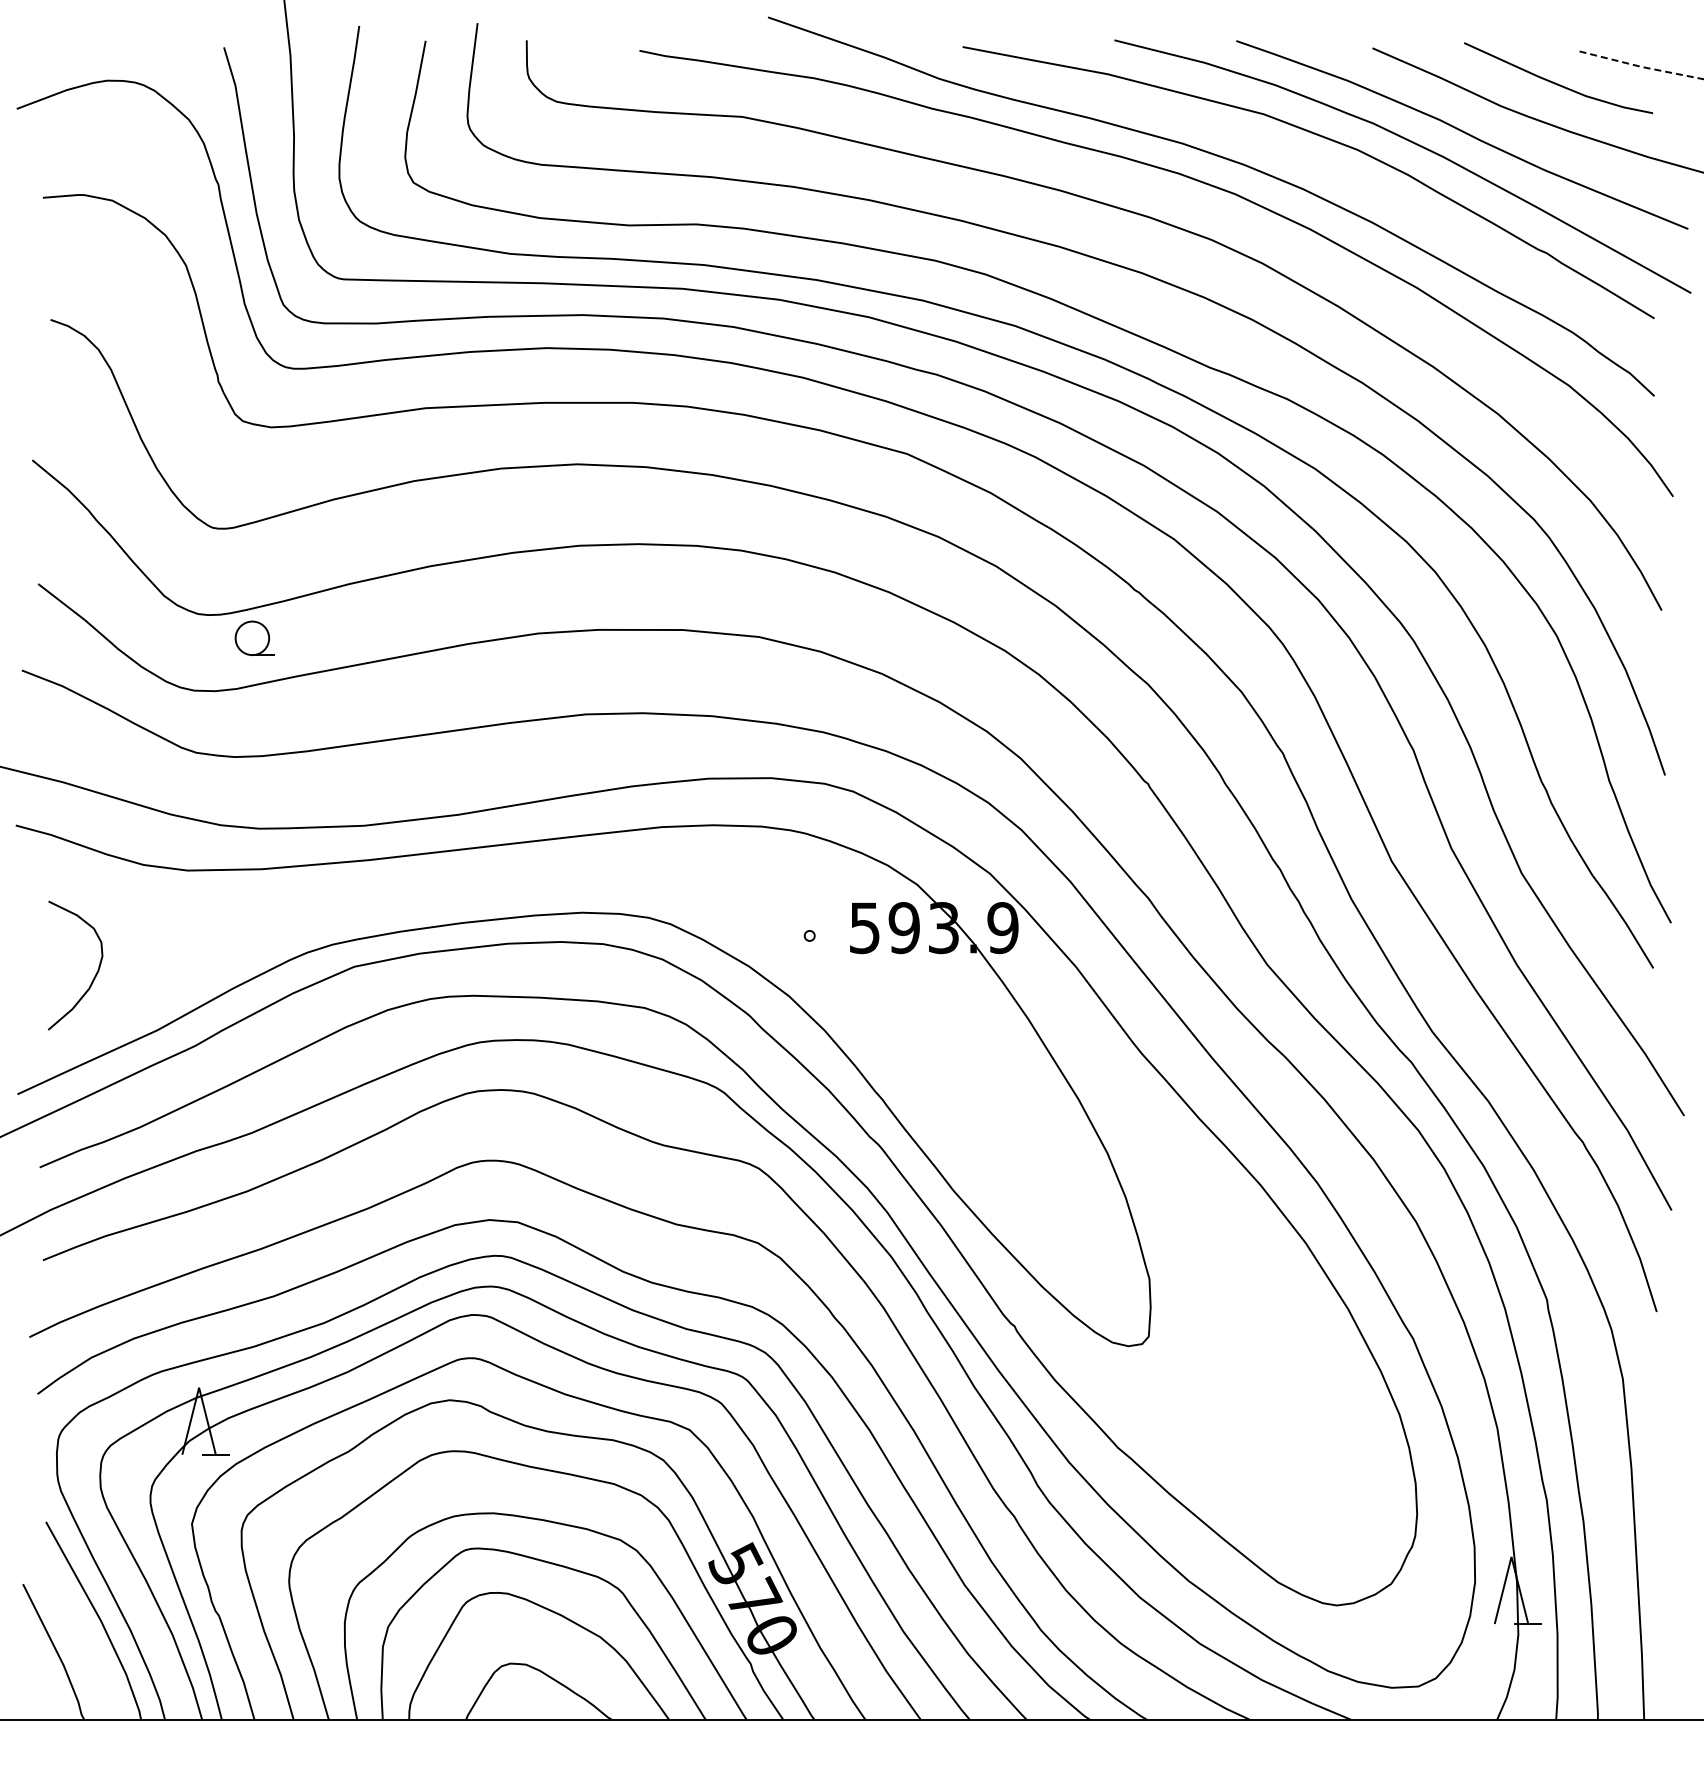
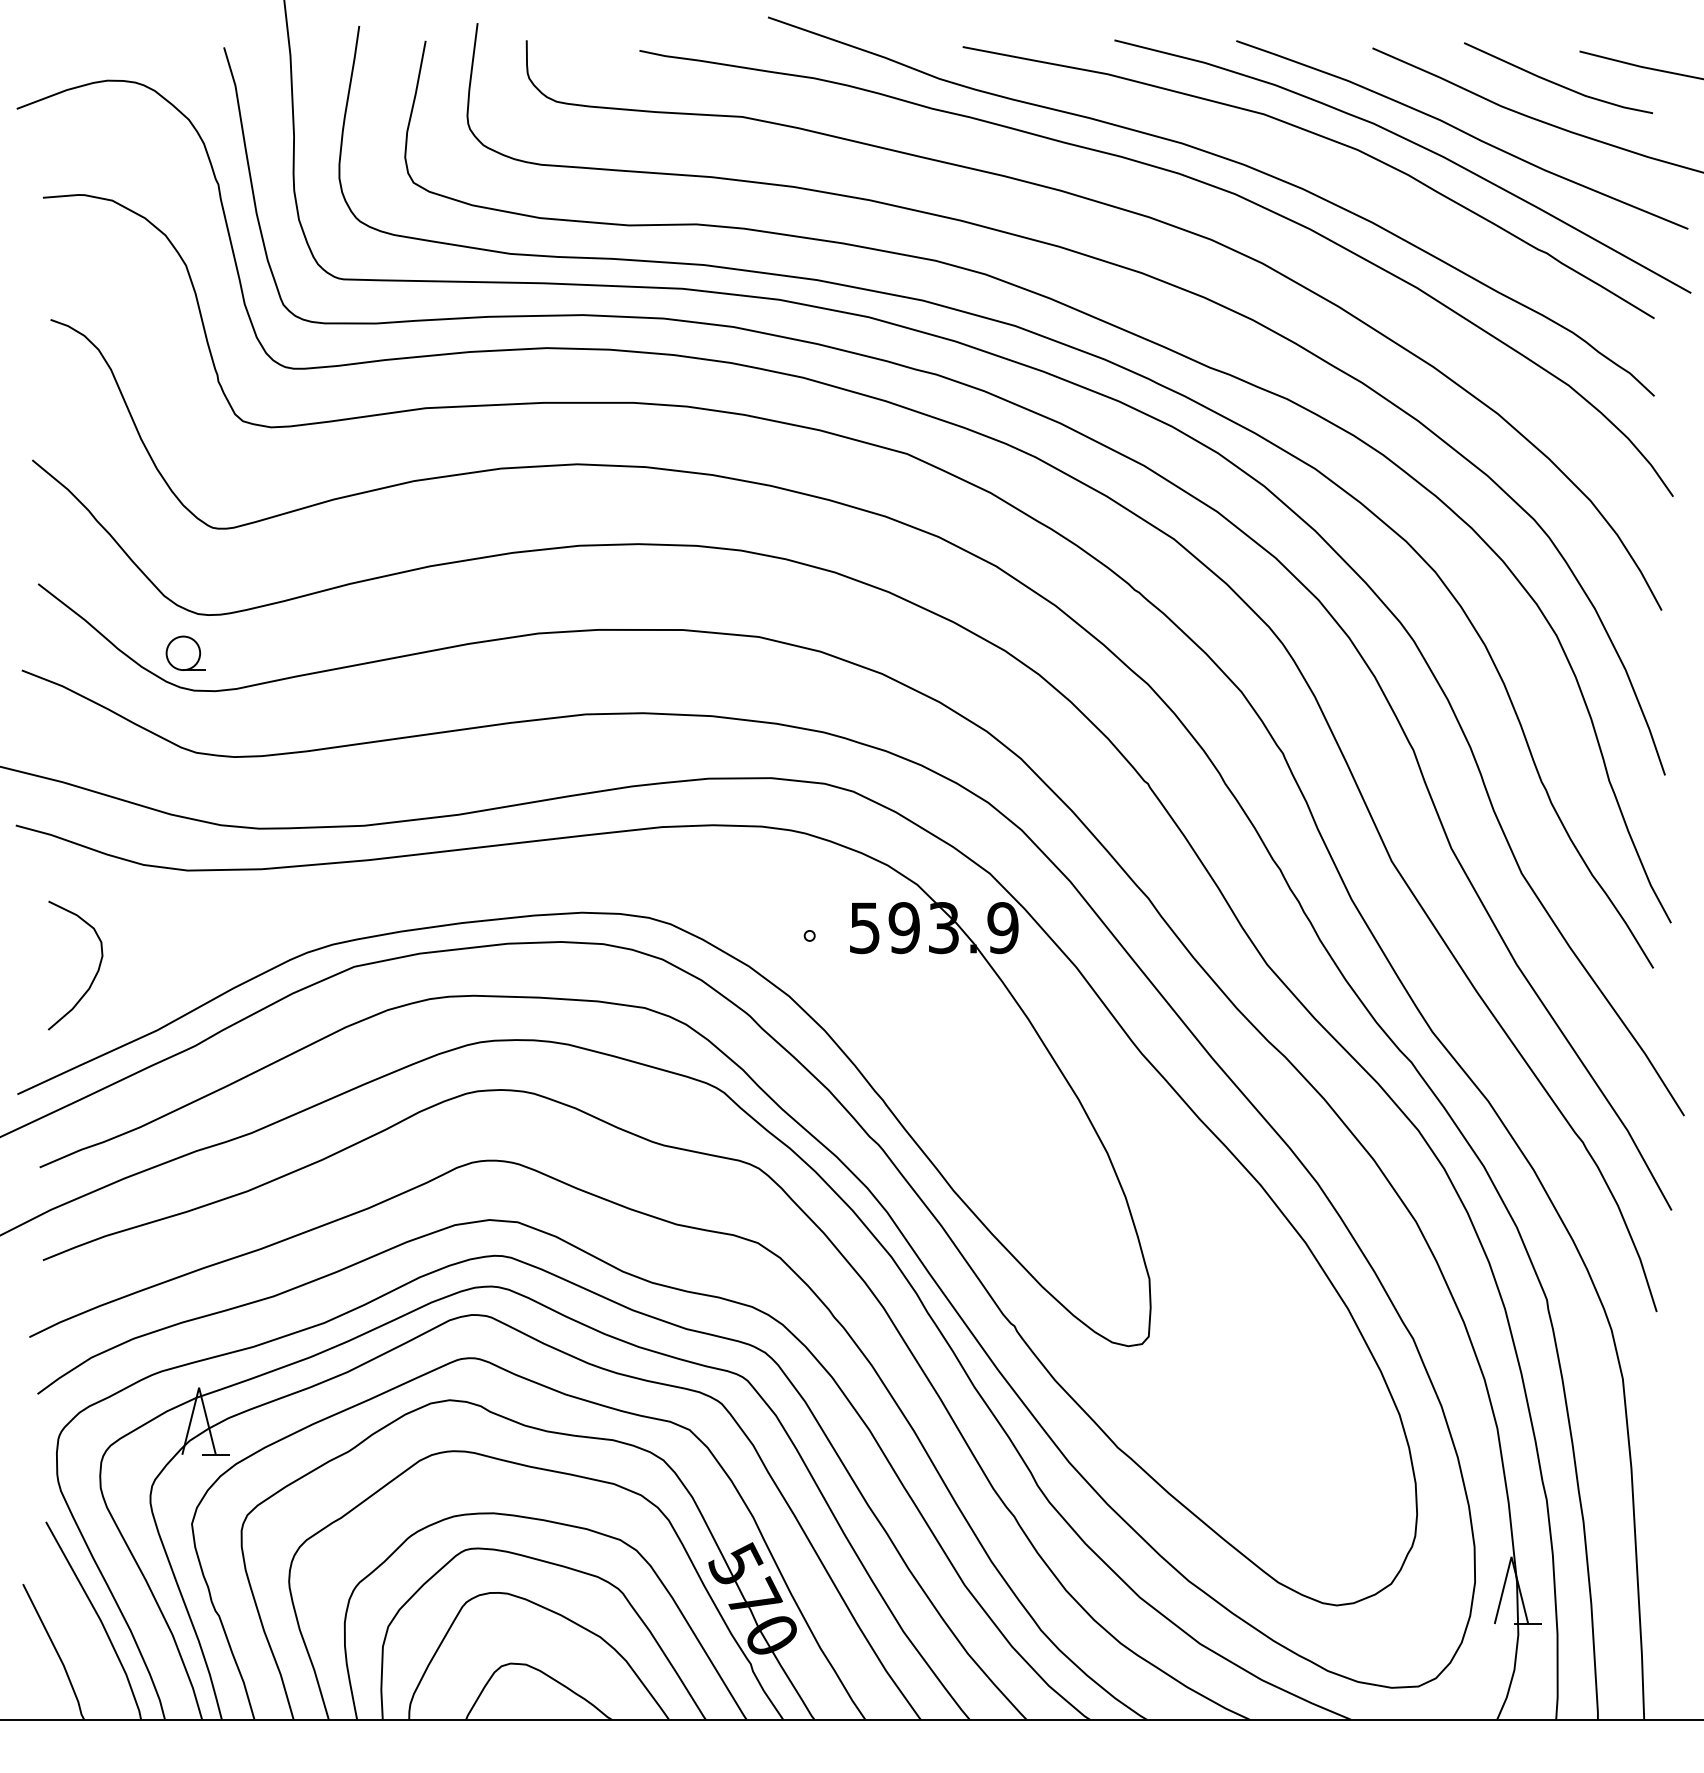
line at (1641, 66): dashed -> solid
part at (254, 637) position: (254, 637) -> (185, 652)
